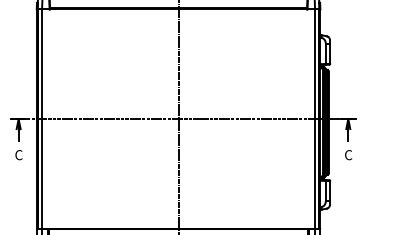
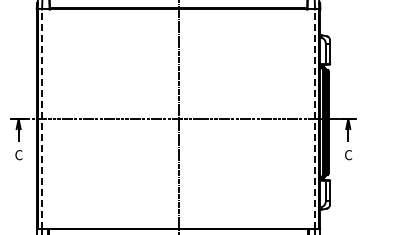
line at (42, 119): solid -> dashed
line at (314, 119): solid -> dashed
